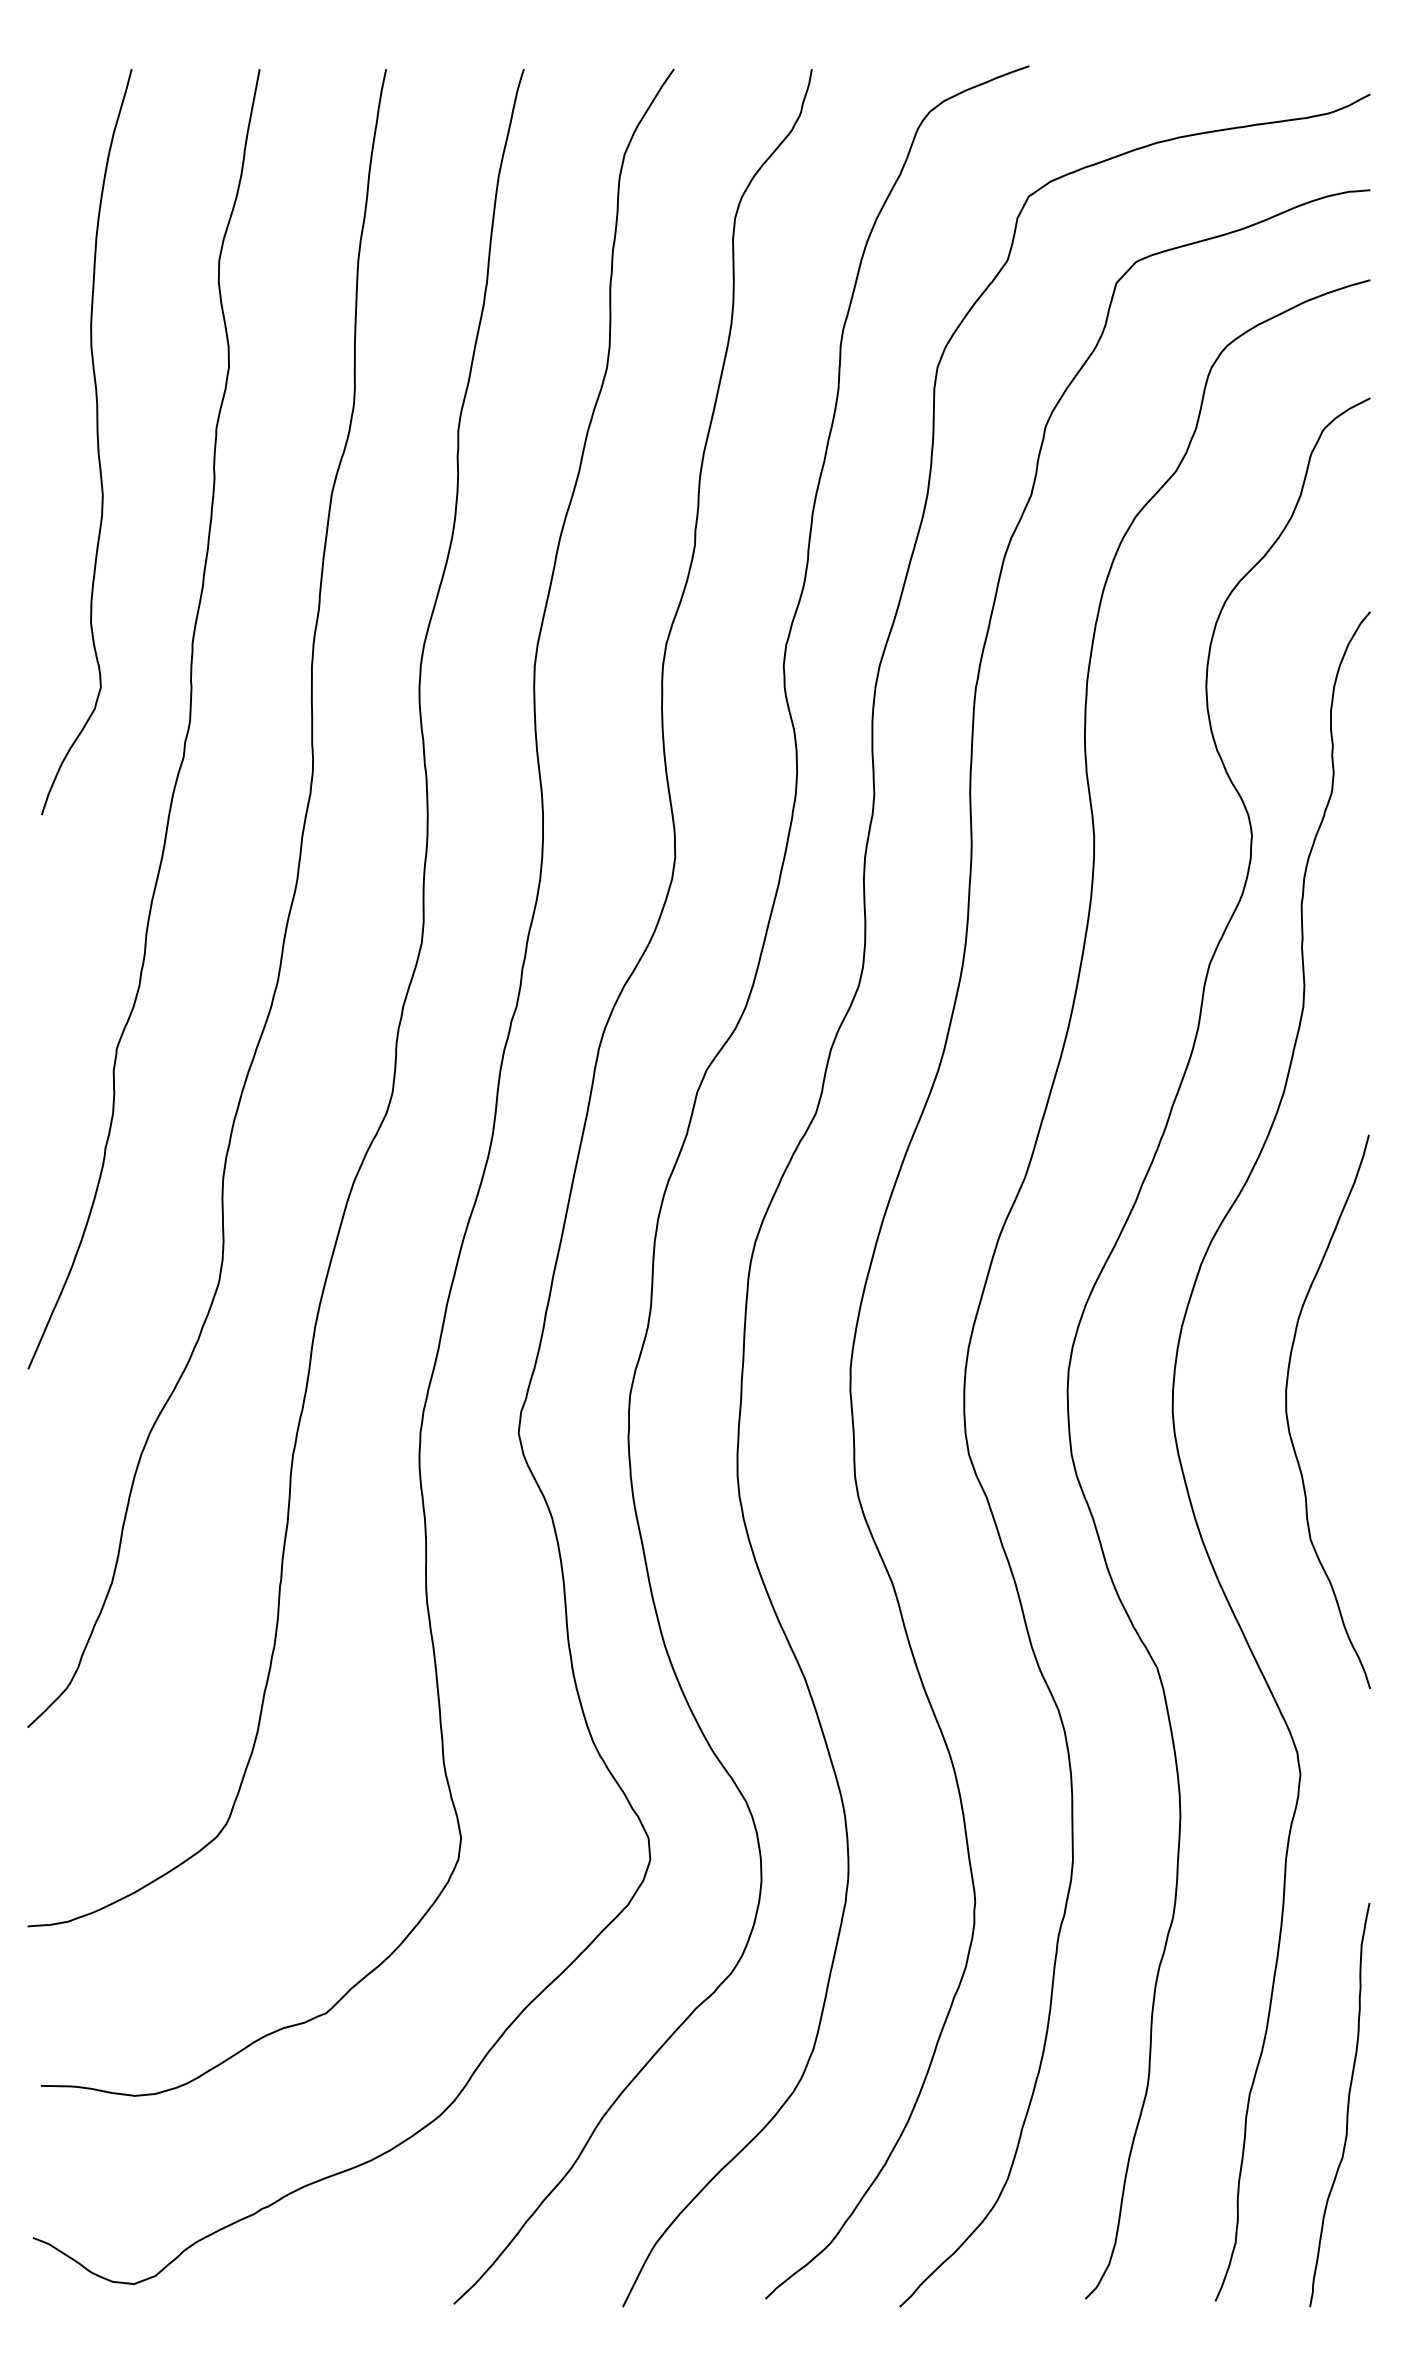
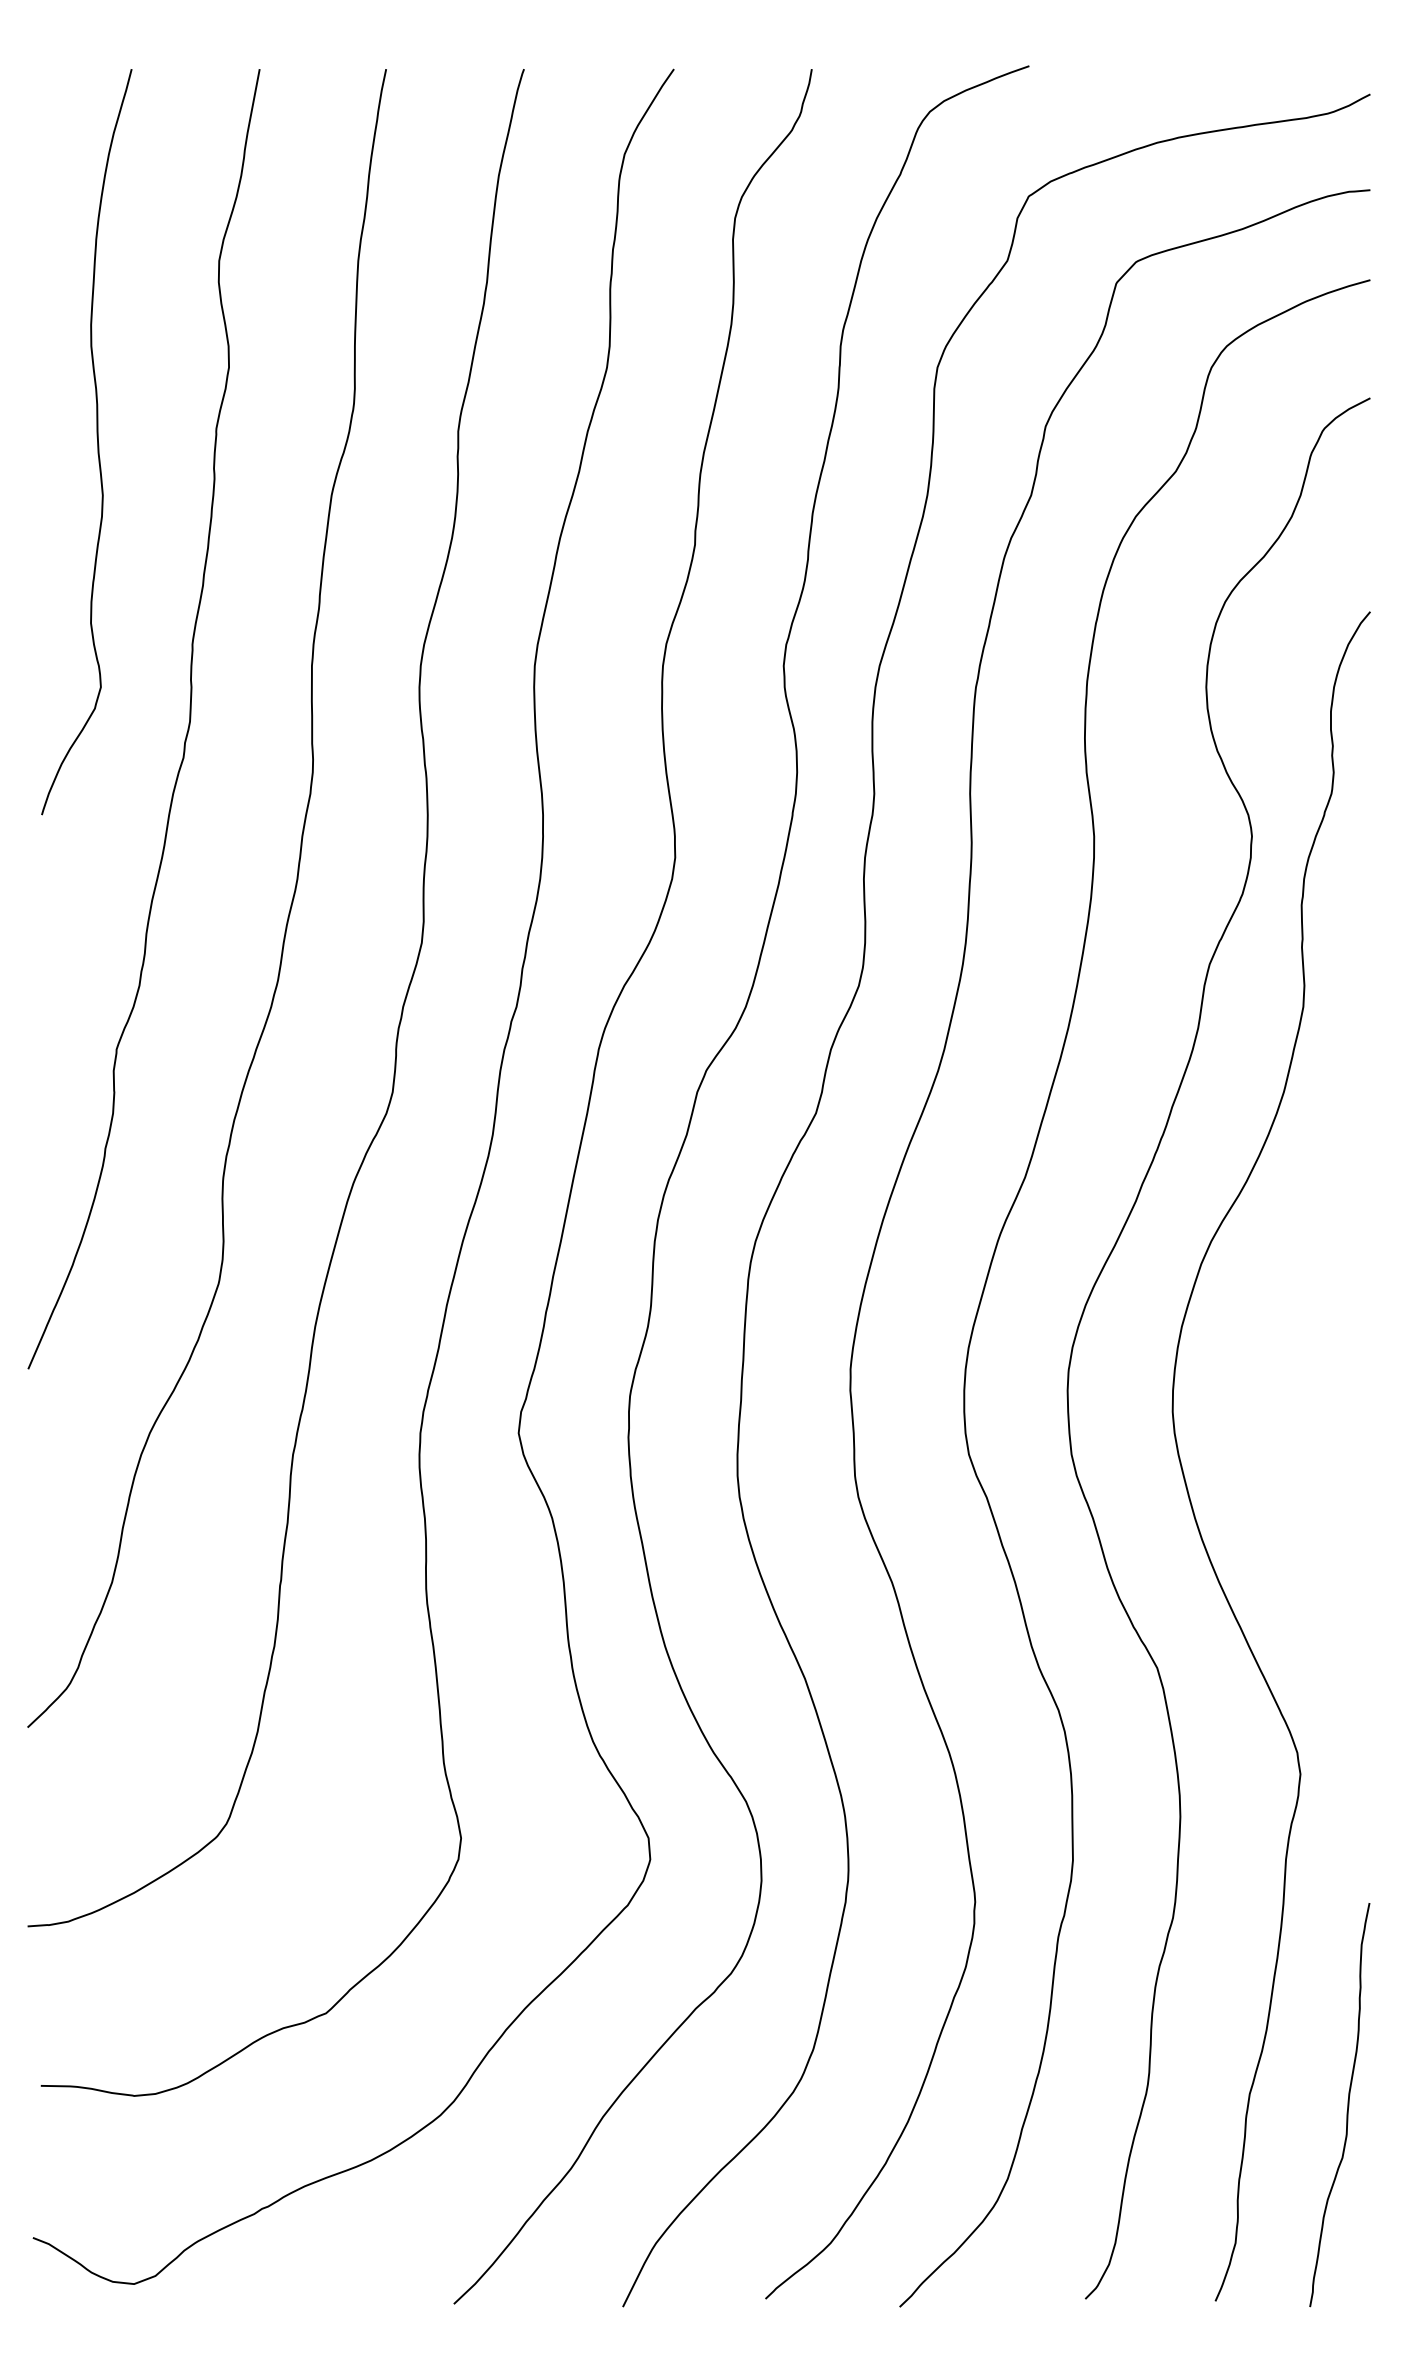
curve at (1288, 1418): present -> none
